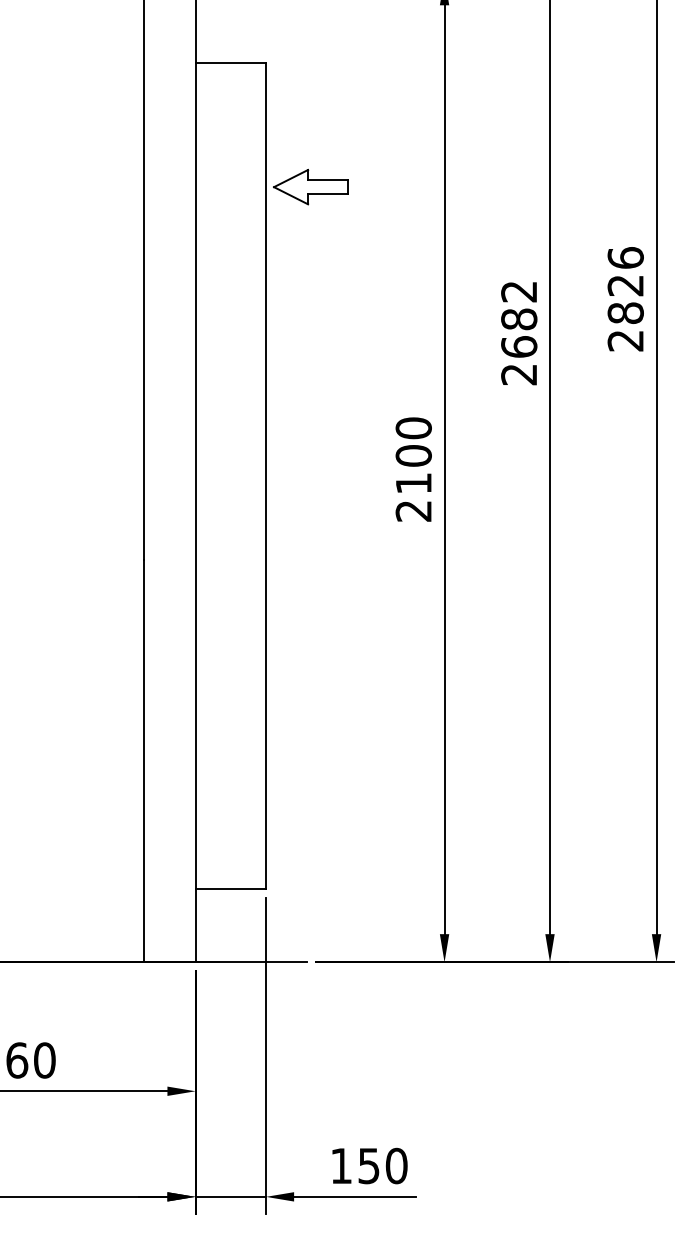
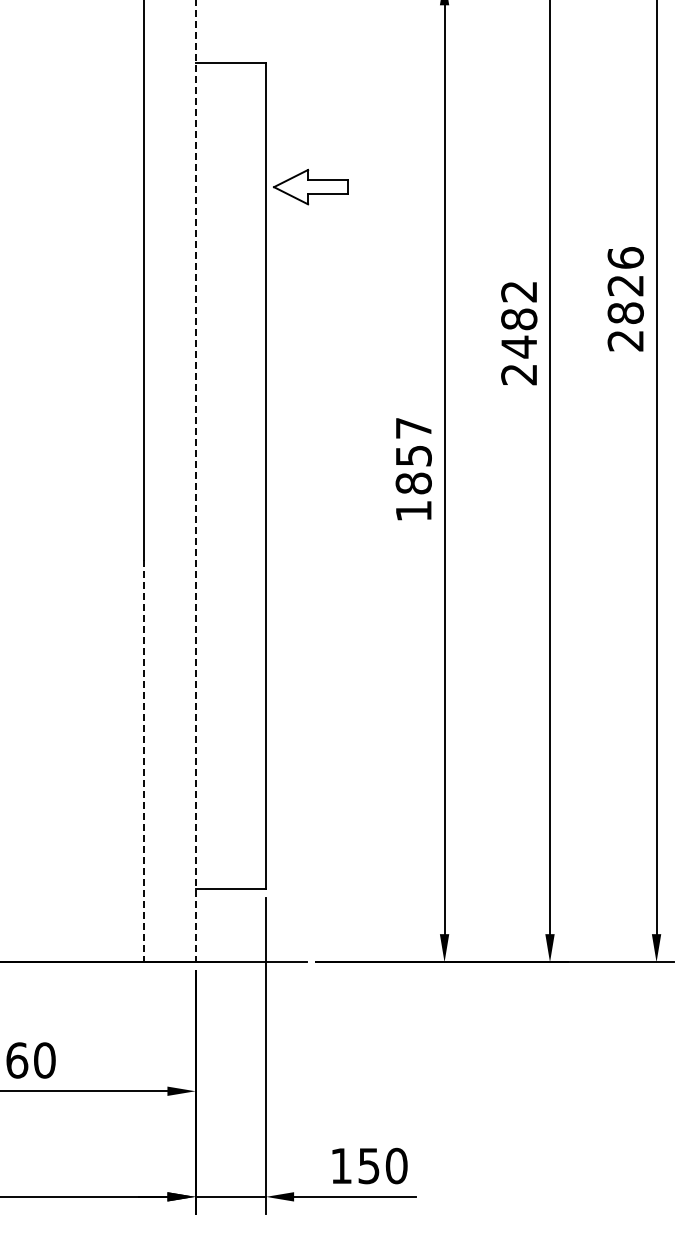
text at (519, 346): 2682 -> 2482
text at (413, 469): 2100 -> 1857
line at (195, 481): solid -> dashed
line at (143, 761): solid -> dashed
